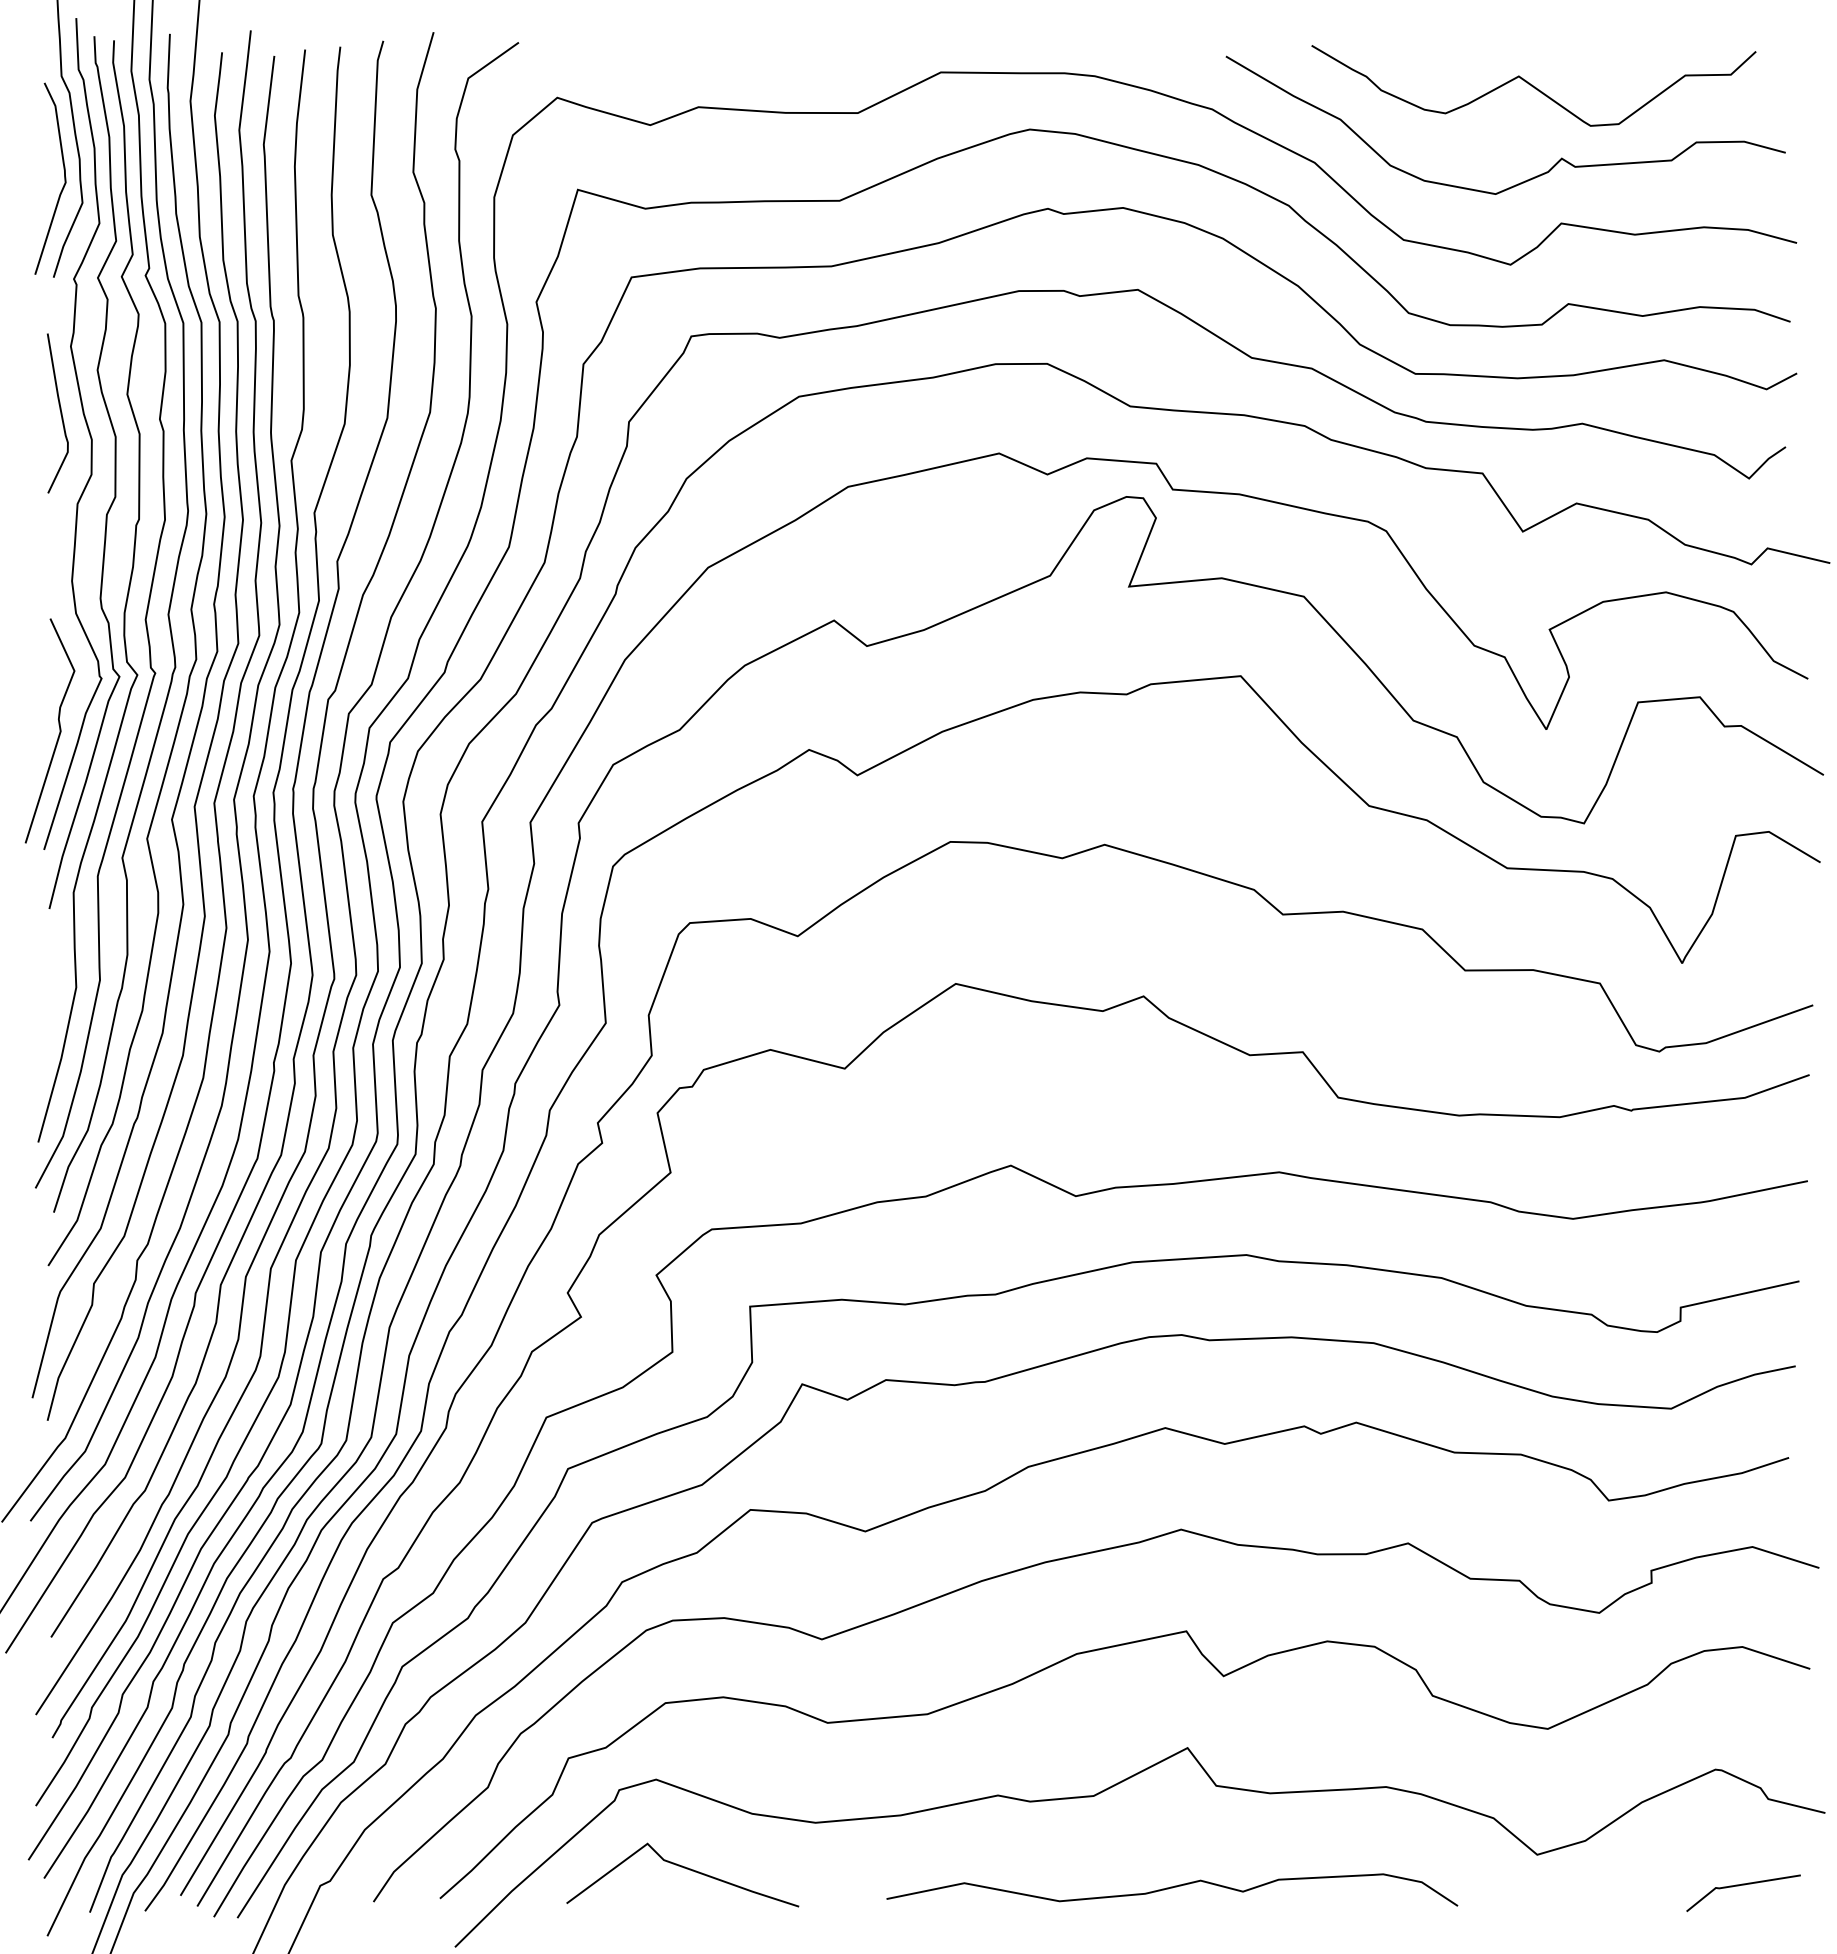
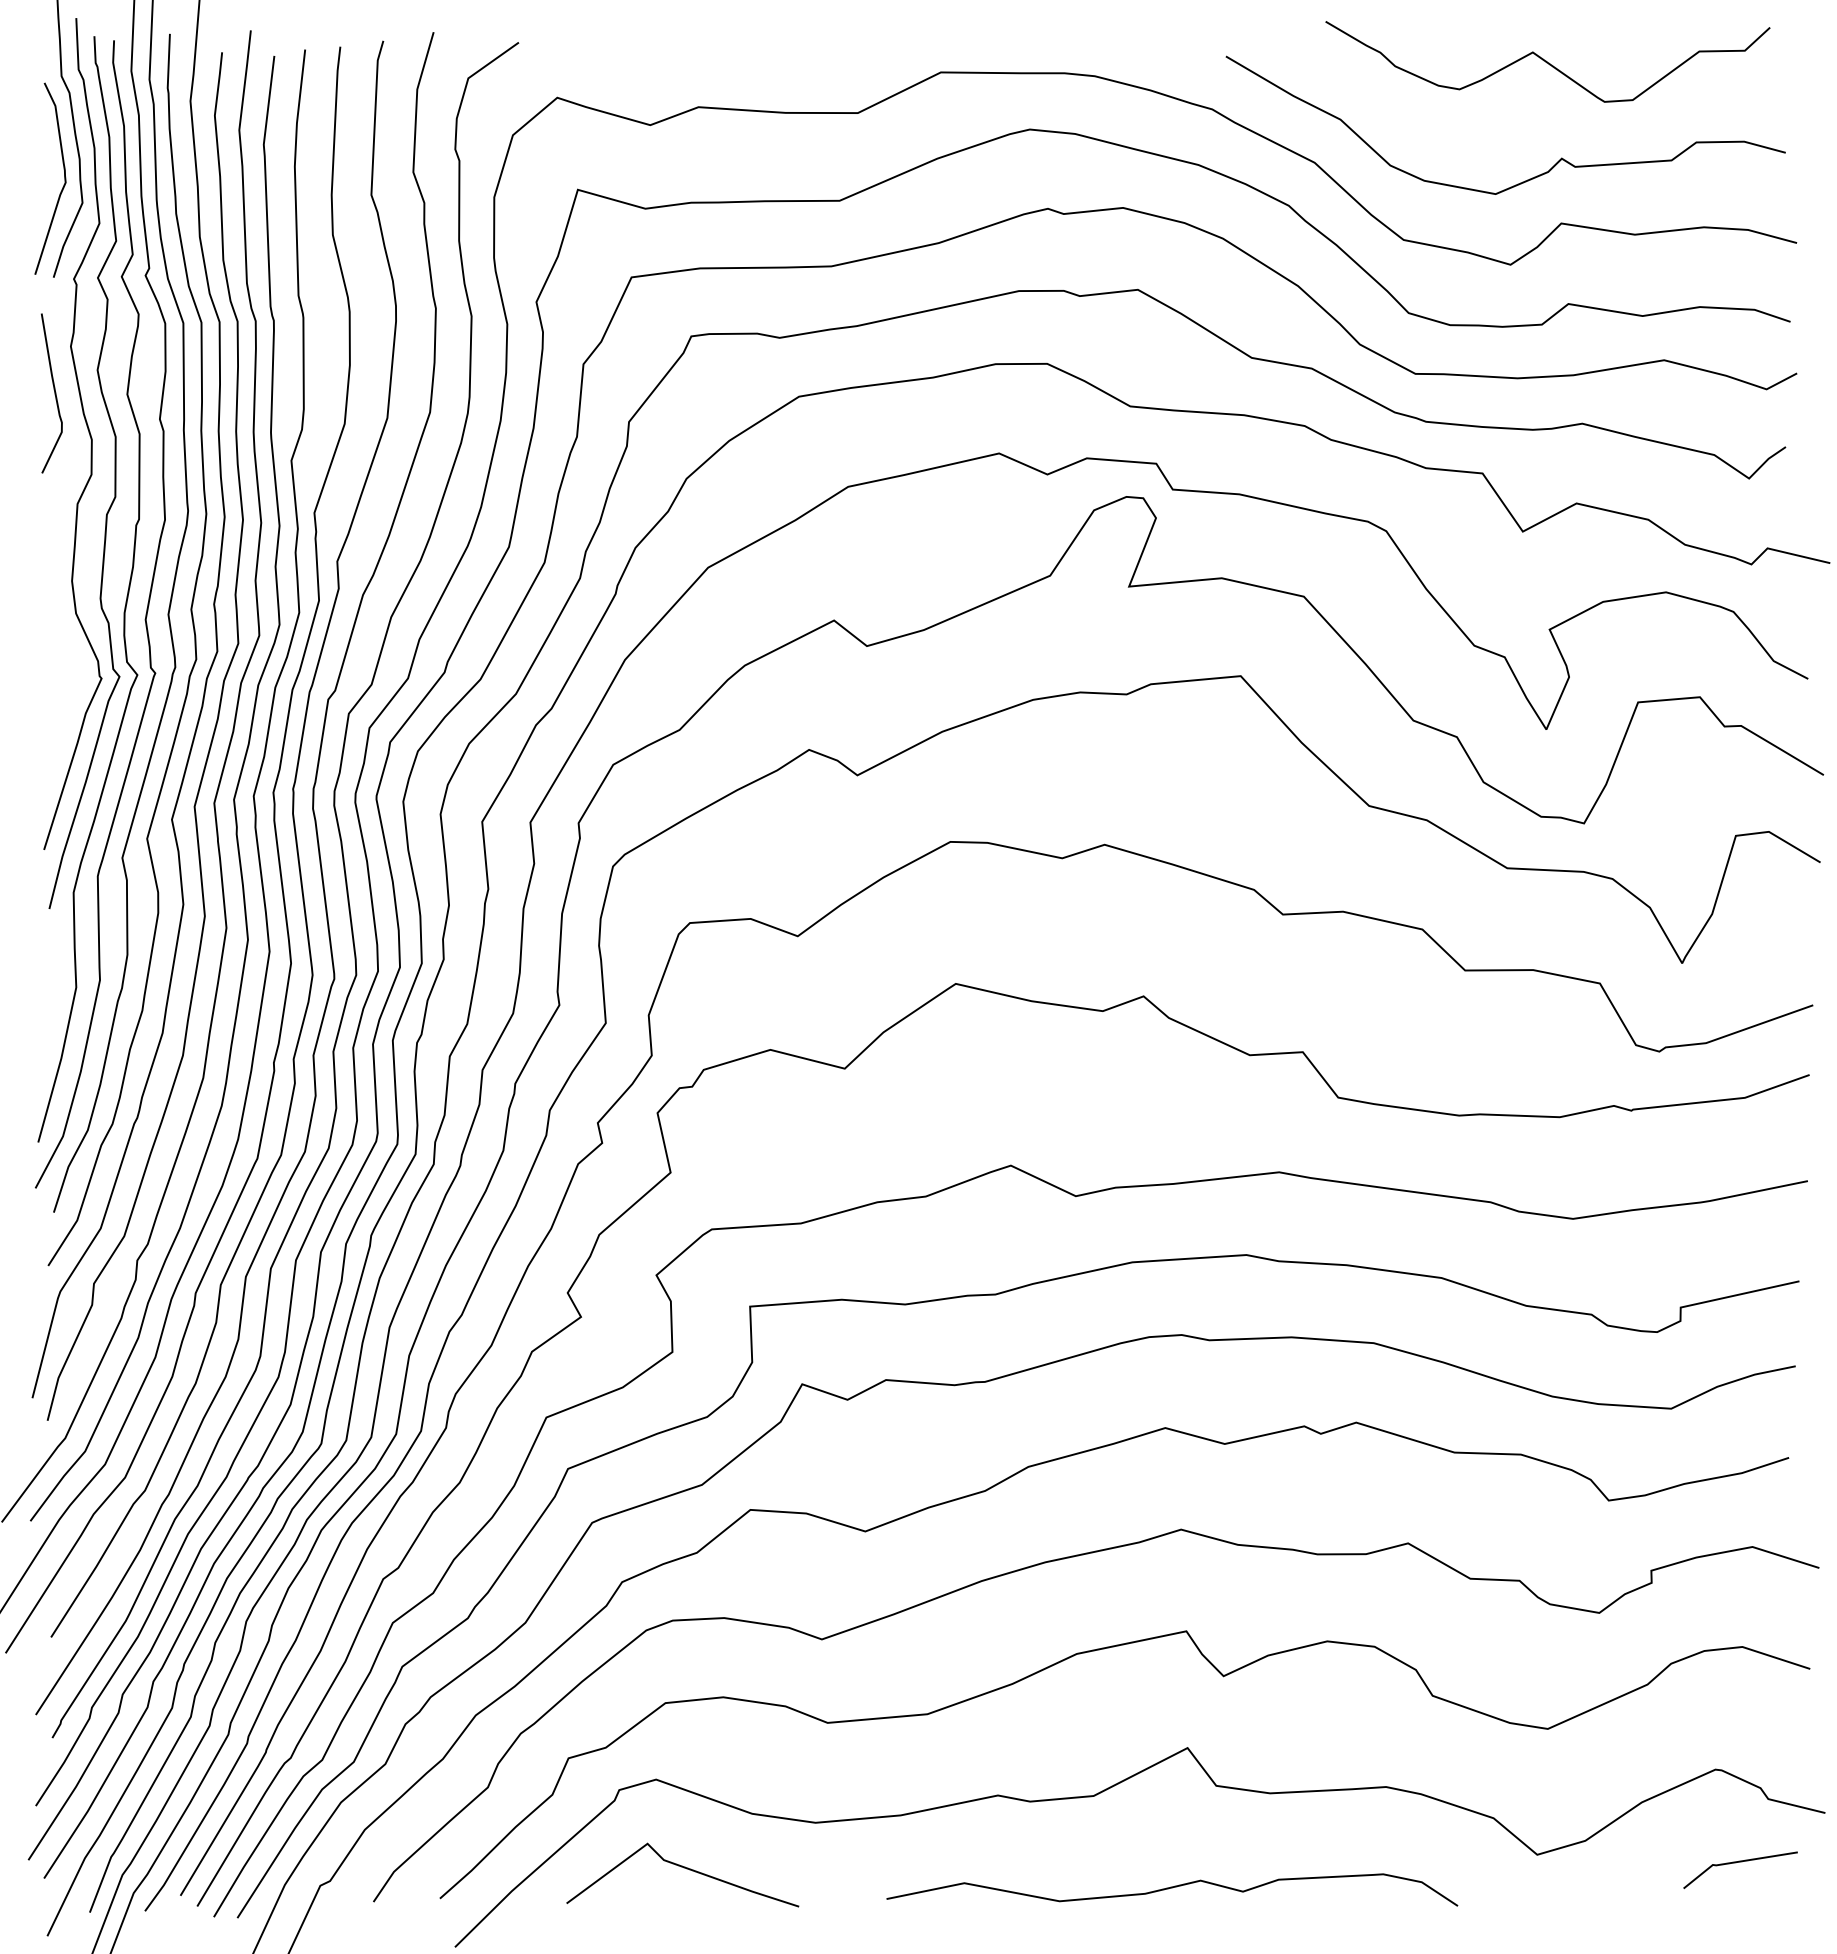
curve at (1533, 85) position: (1533, 85) -> (1547, 61)
curve at (60, 413) position: (60, 413) -> (54, 393)
curve at (58, 734): present -> none
line at (1743, 1885) position: (1743, 1885) -> (1740, 1862)
